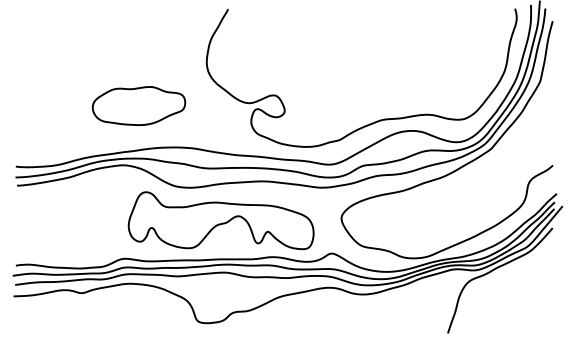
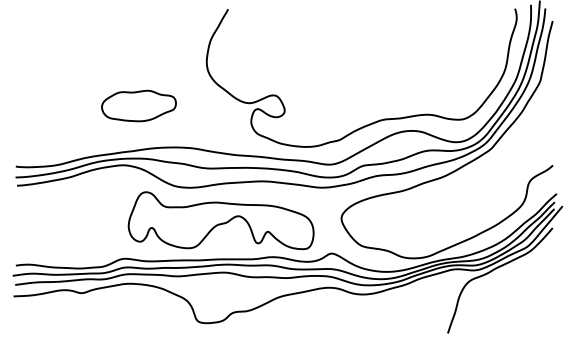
part at (138, 105) size: 96x40 px -> 76x34 px
